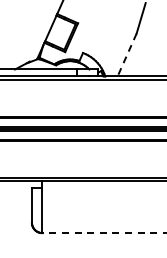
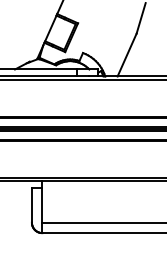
line at (126, 55): dashed -> solid
line at (102, 222): none -> present
line at (104, 233): dashed -> solid
